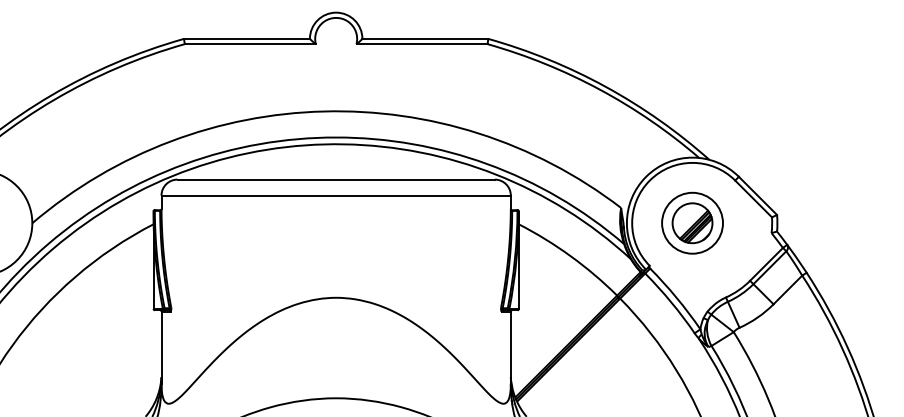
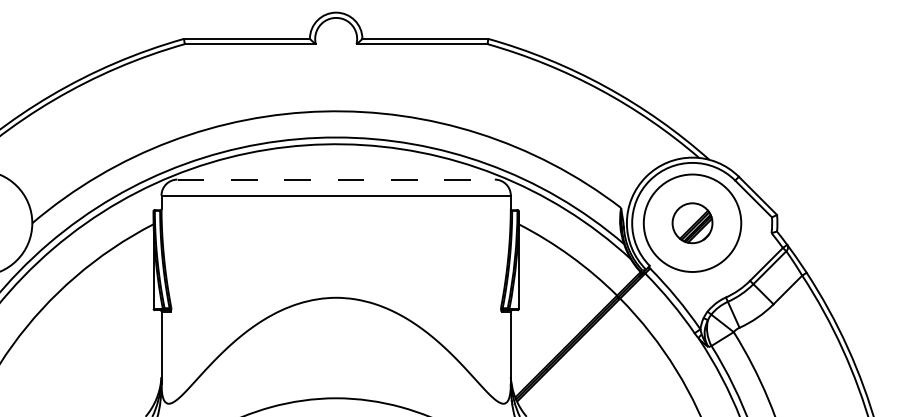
line at (336, 179): solid -> dashed
circle at (692, 222) diameter: 61 px -> 97 px
